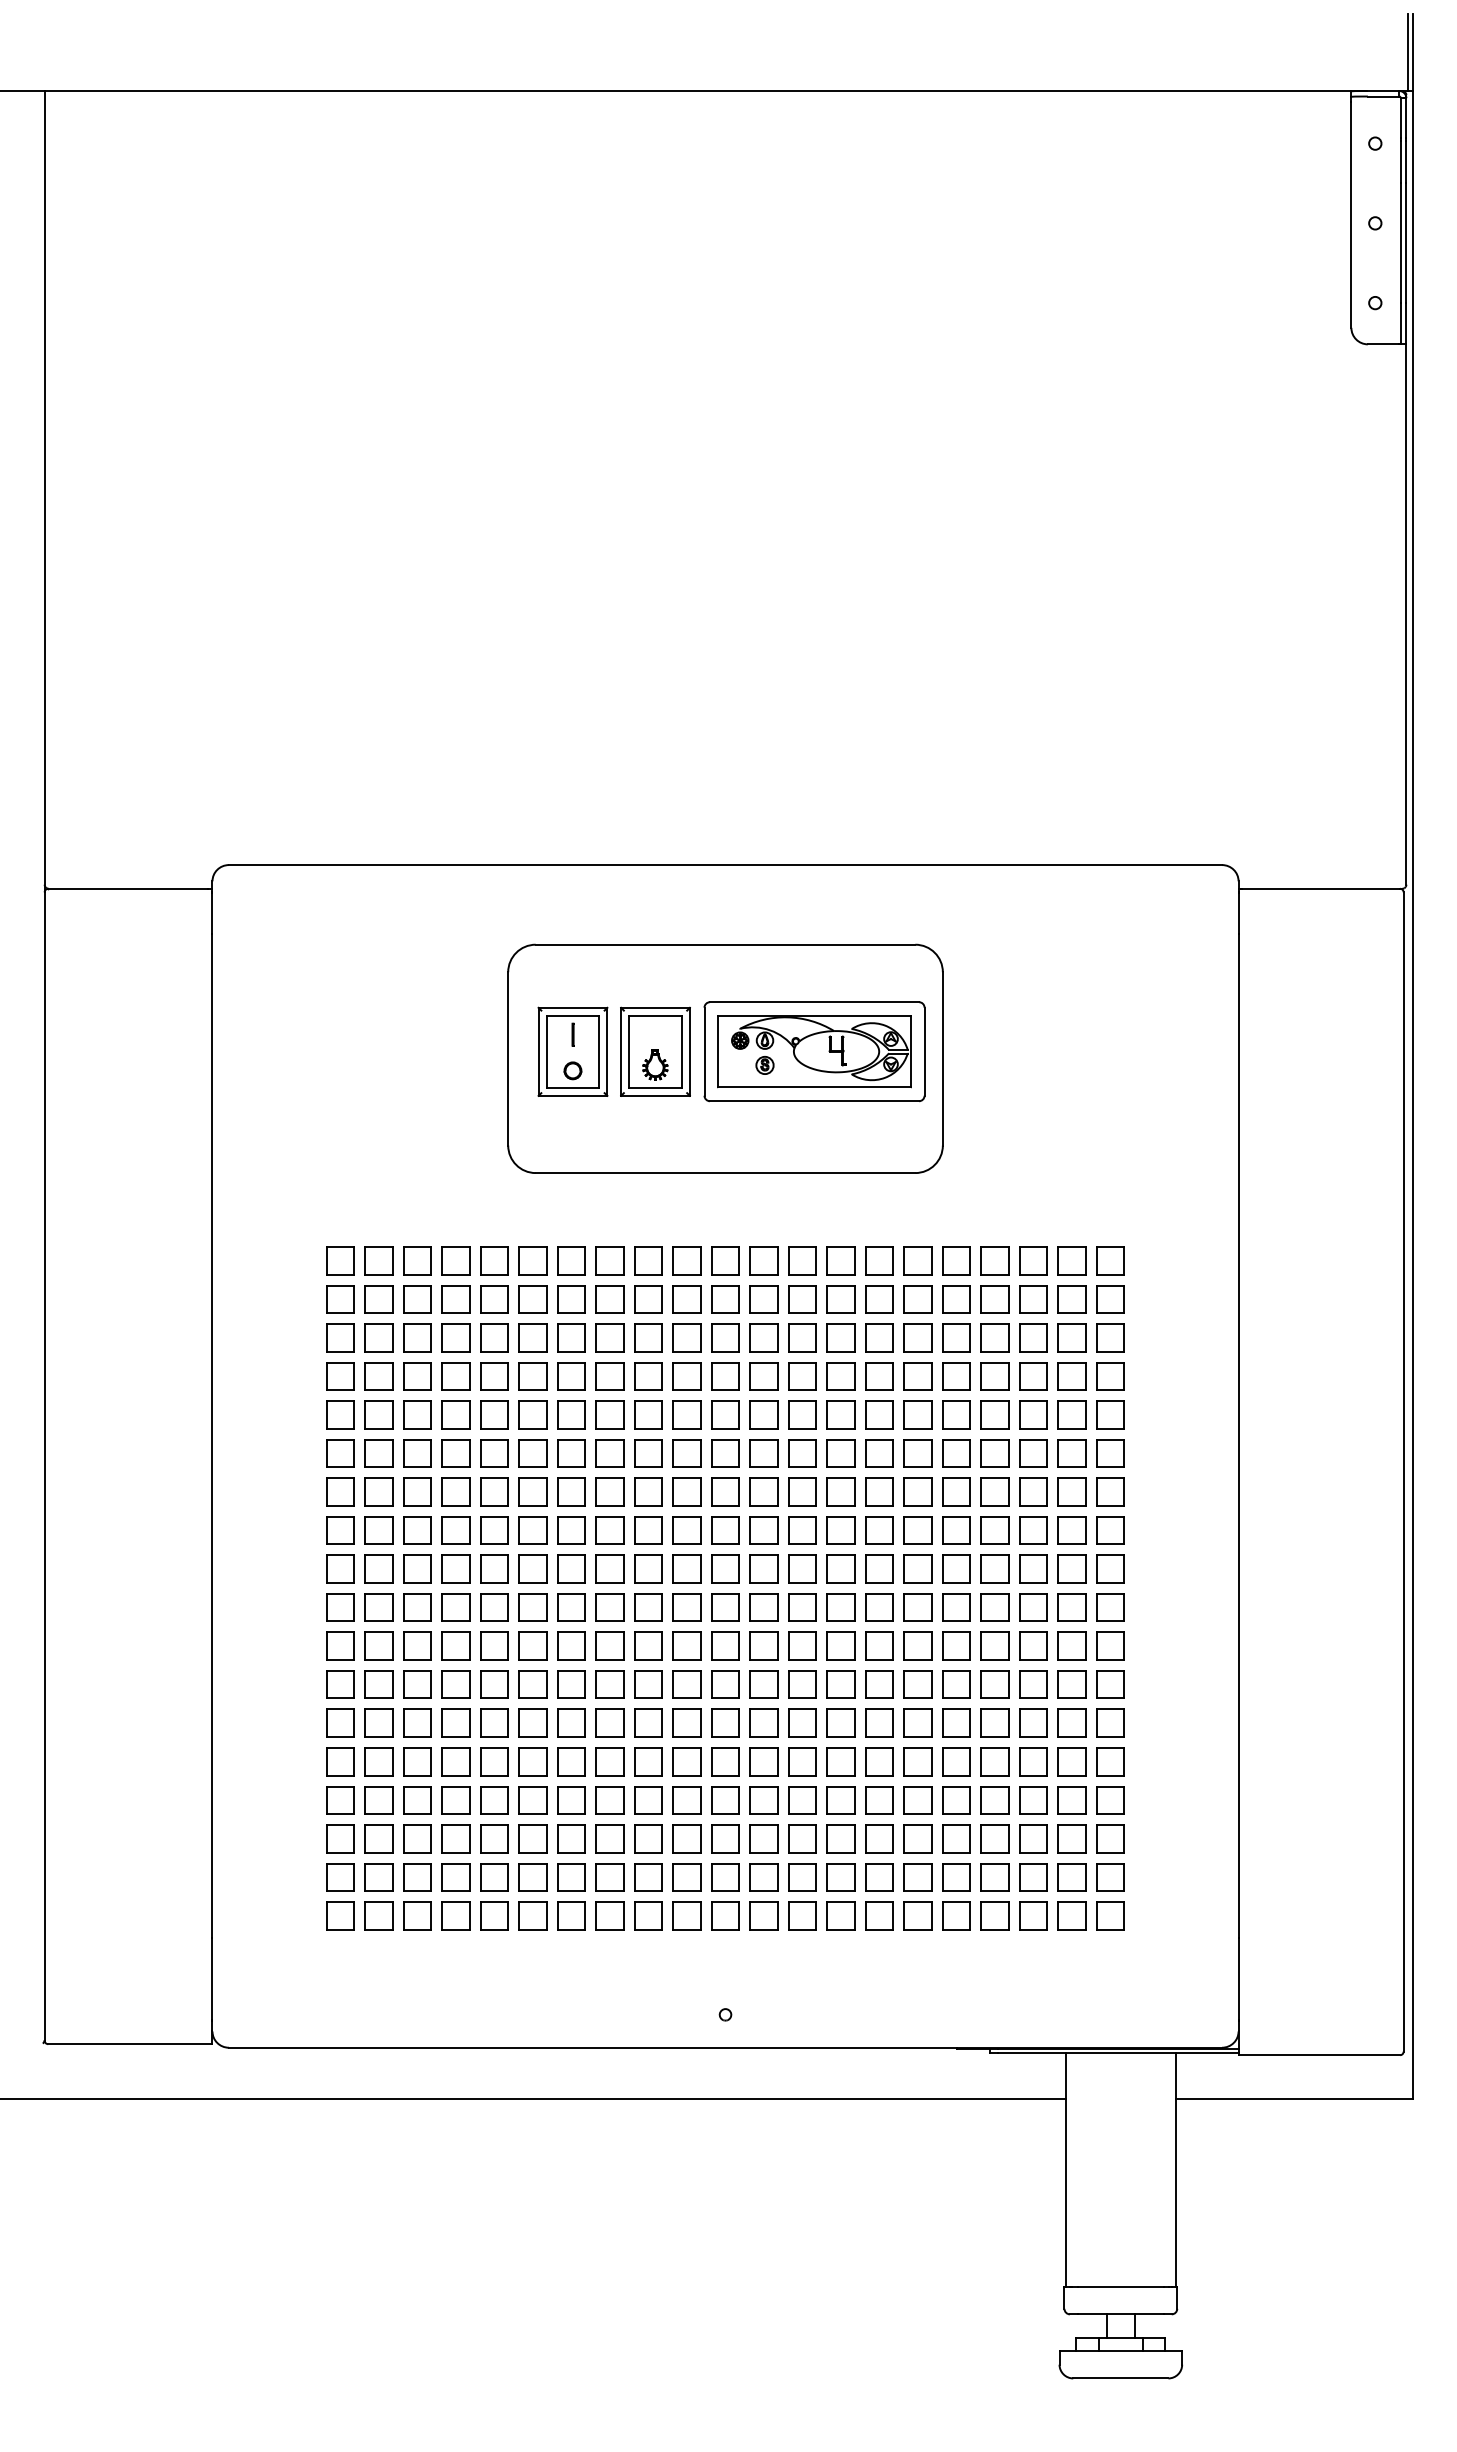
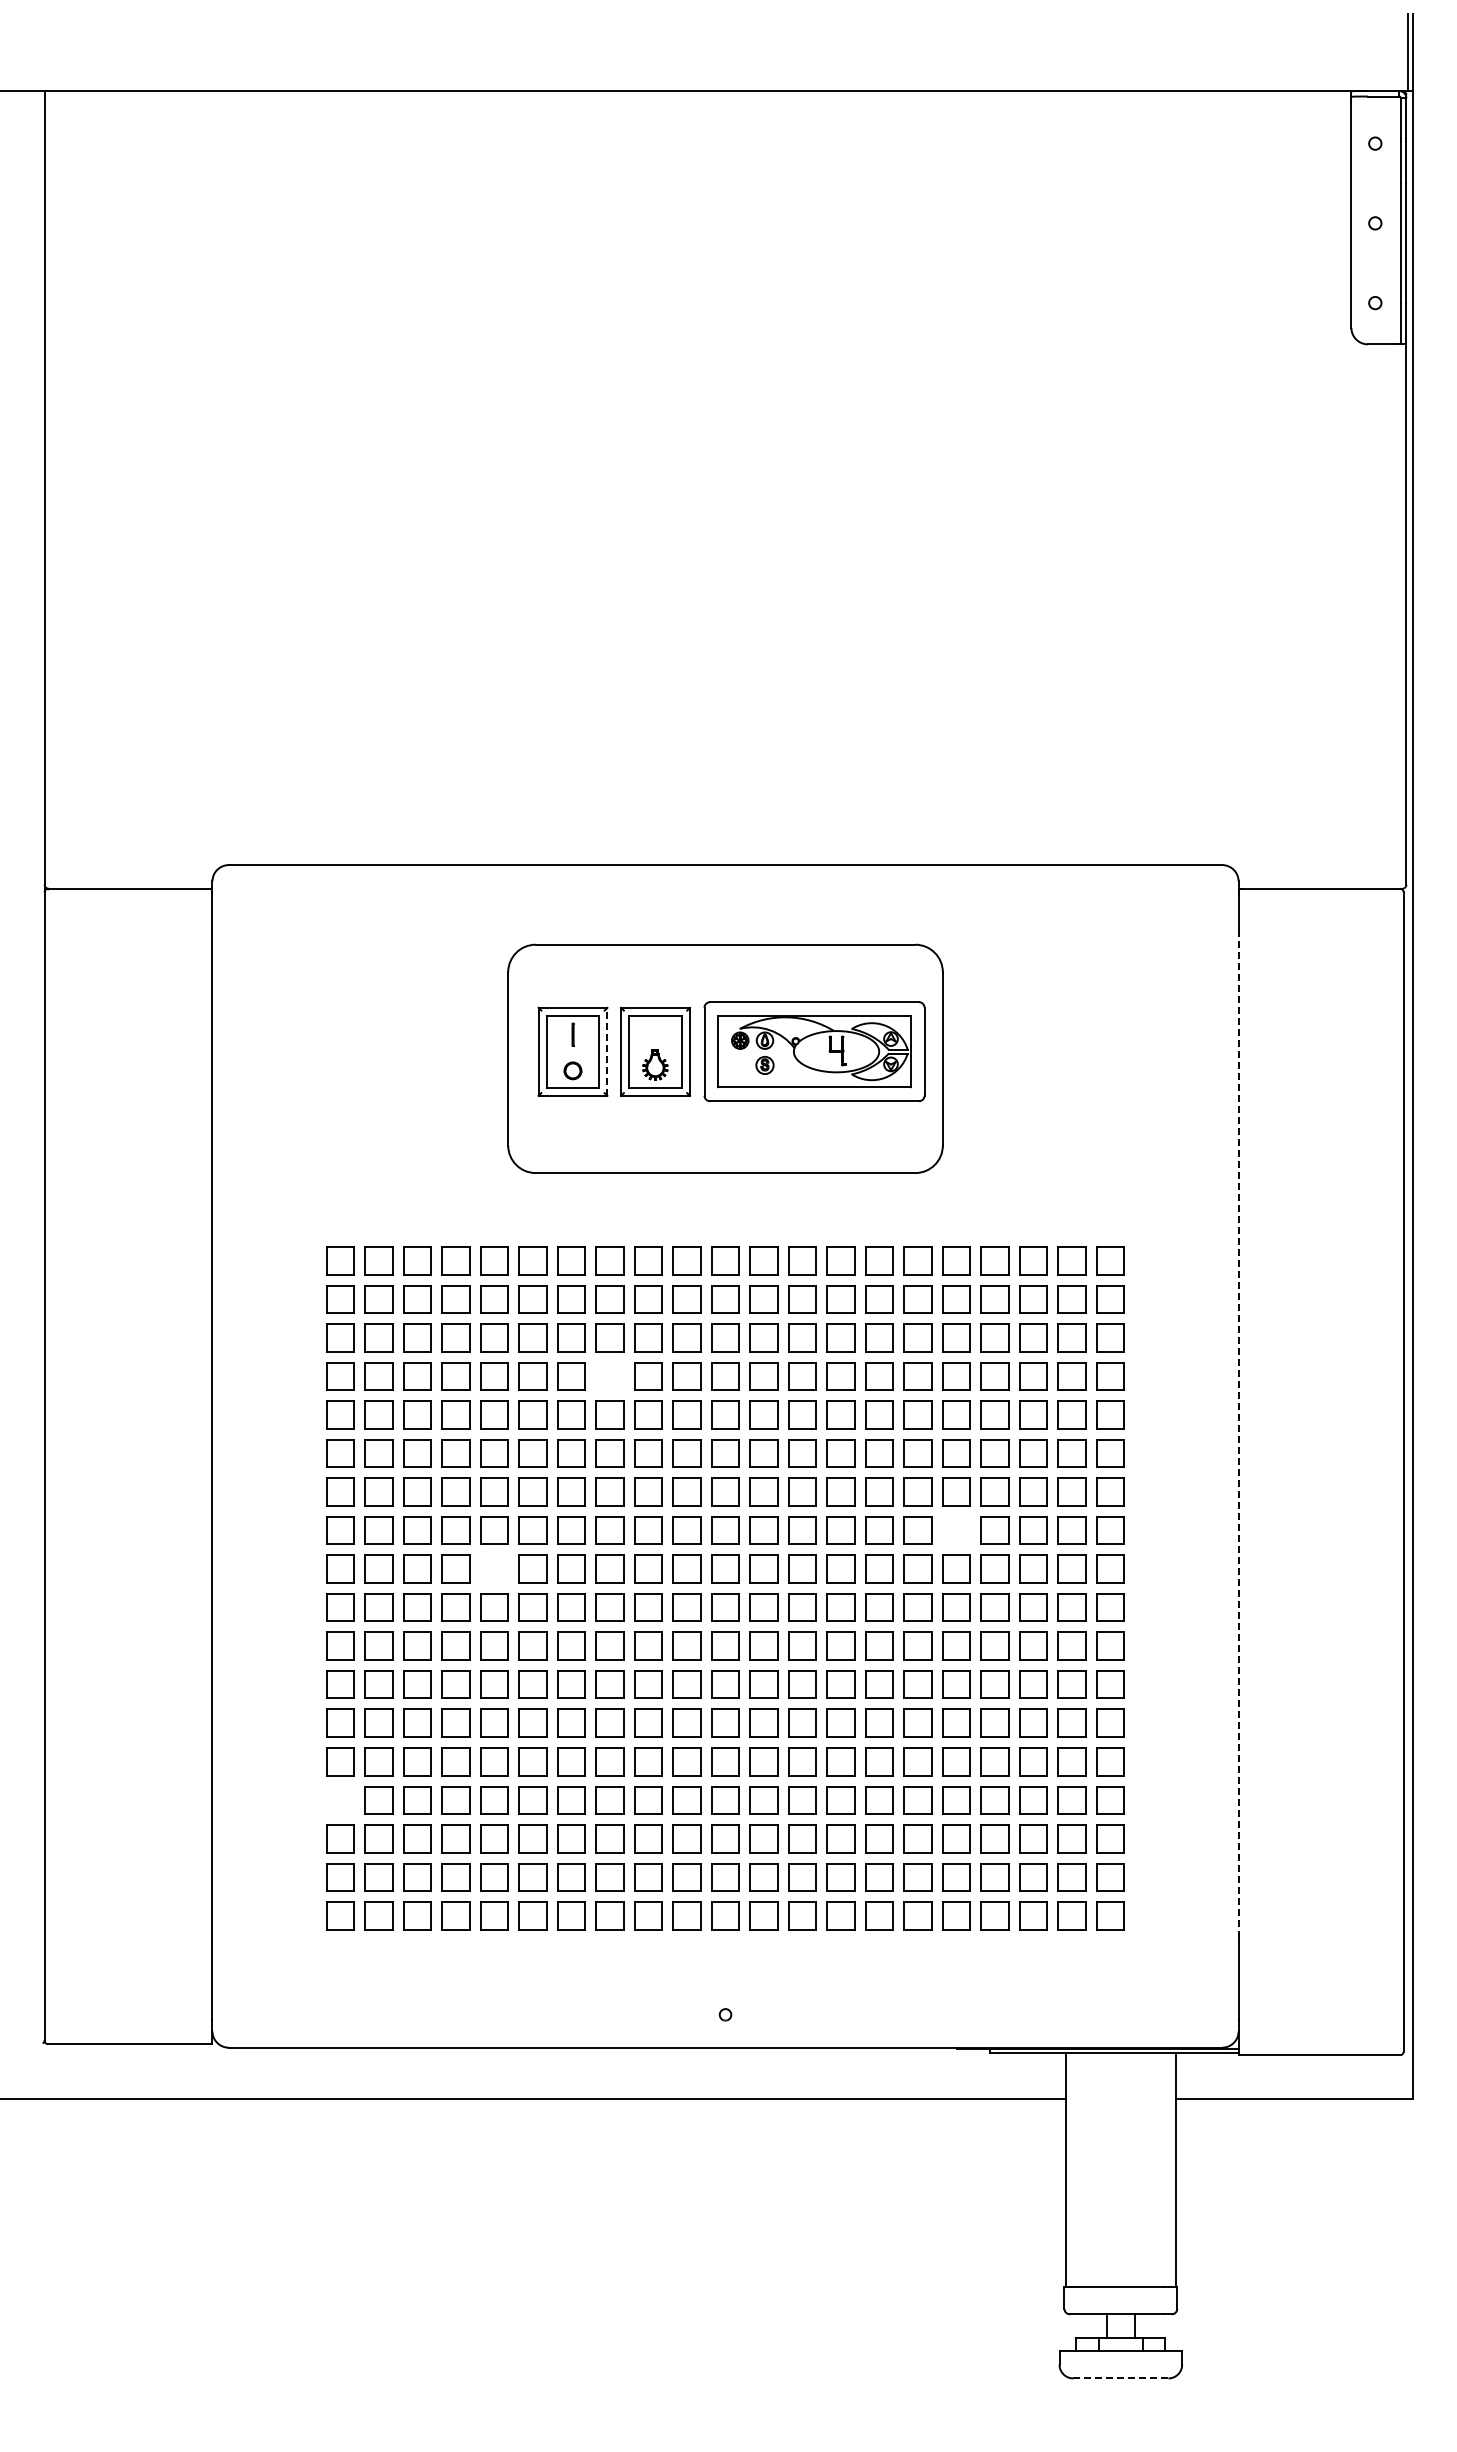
line at (607, 1051): solid -> dashed
part at (609, 1376): present -> none
line at (1238, 1435): solid -> dashed
part at (956, 1530): present -> none
part at (494, 1568): present -> none
part at (340, 1800): present -> none
line at (1120, 2378): solid -> dashed
